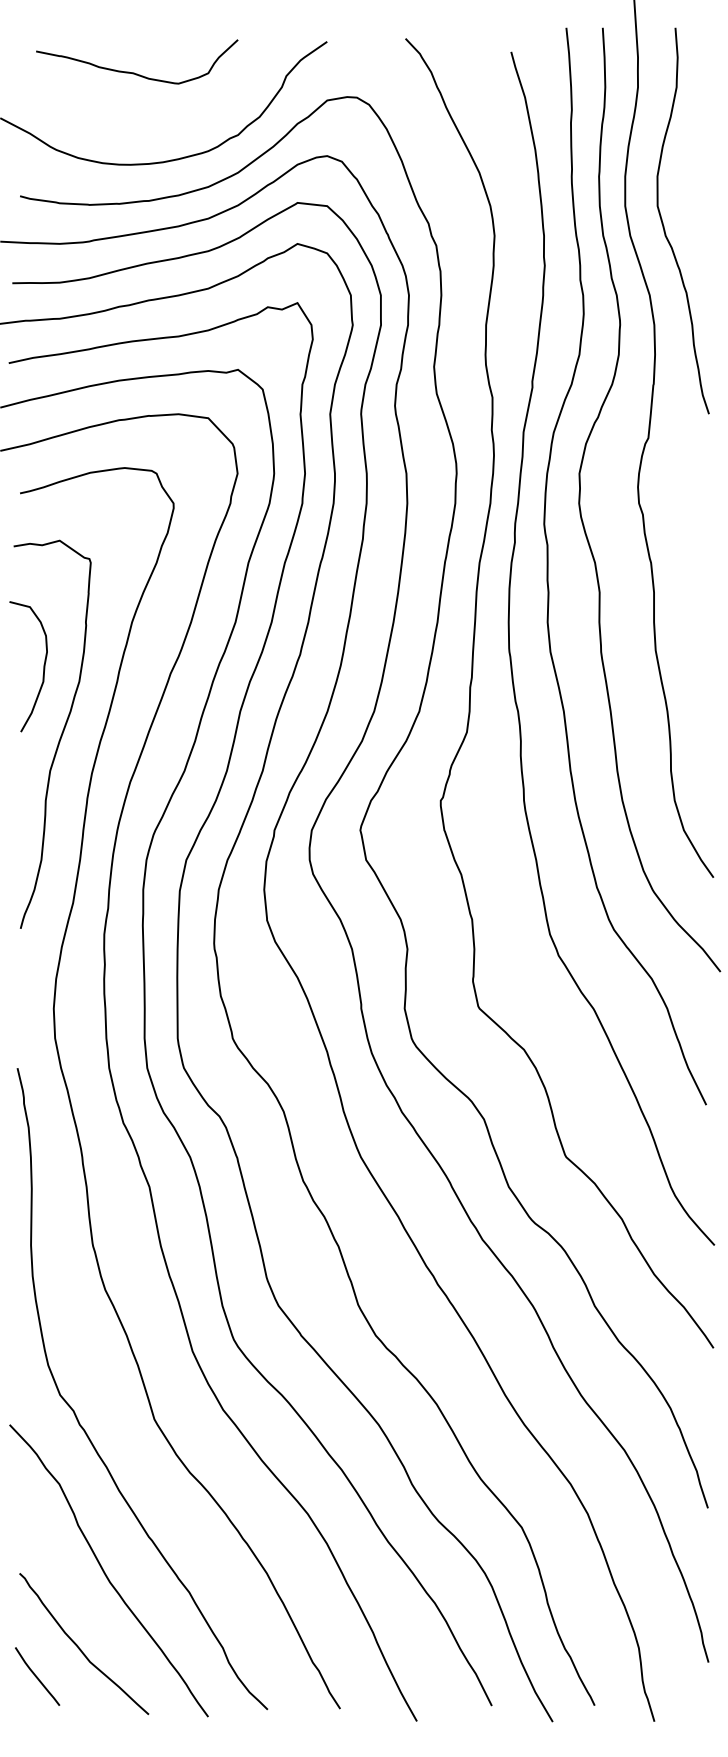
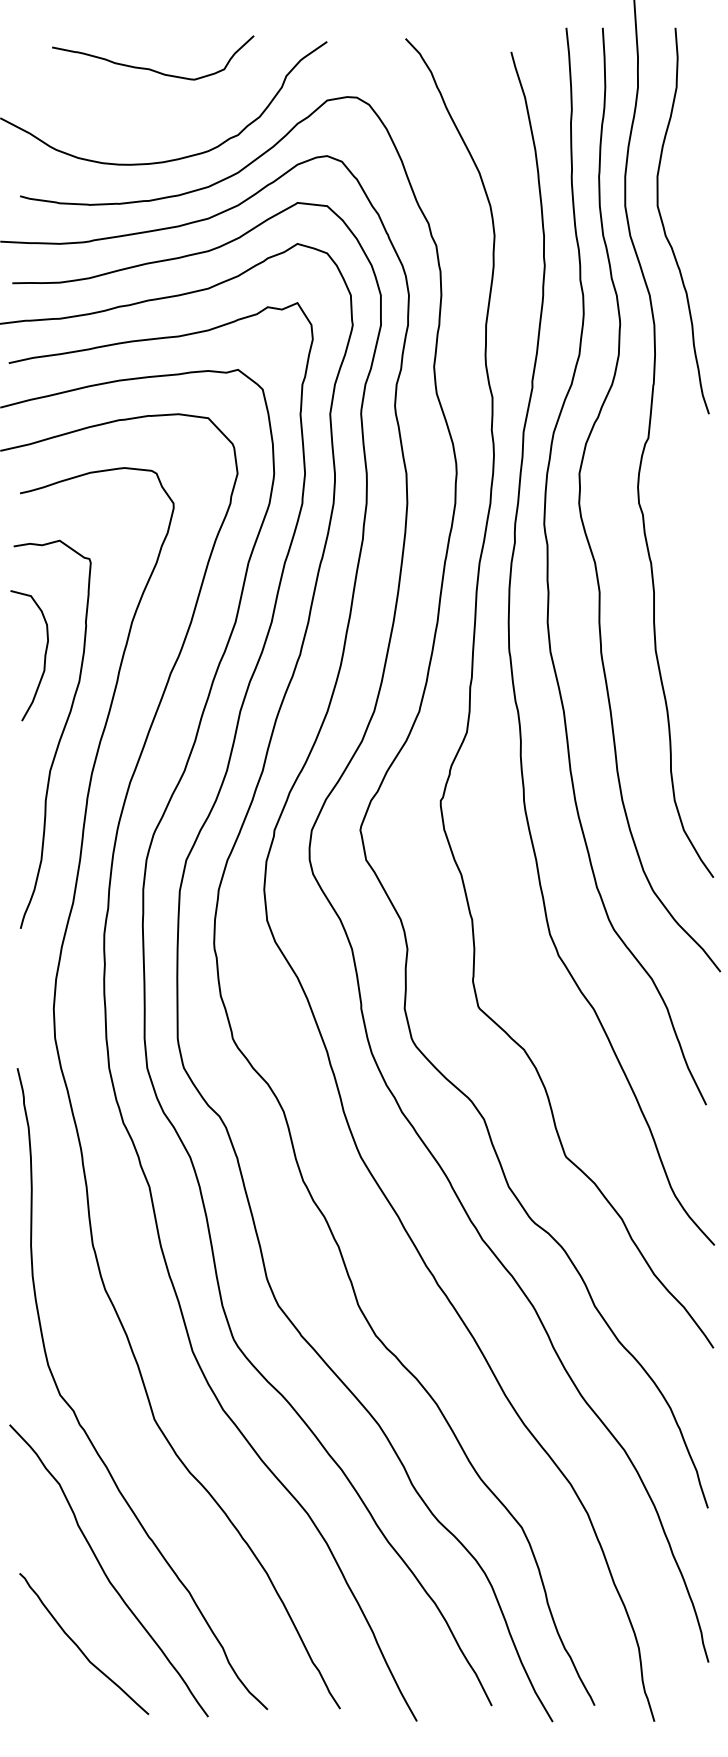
curve at (134, 72) position: (134, 72) -> (150, 68)
curve at (43, 666) position: (43, 666) -> (44, 655)
curve at (37, 1676): present -> none
